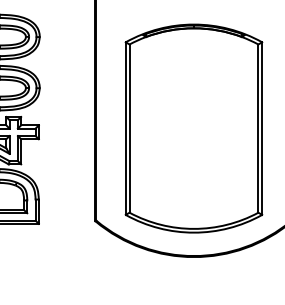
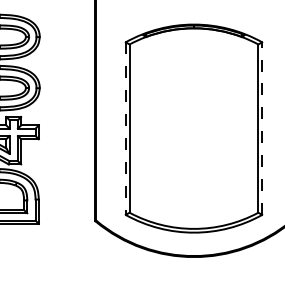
line at (262, 128): solid -> dashed
line at (125, 129): solid -> dashed
